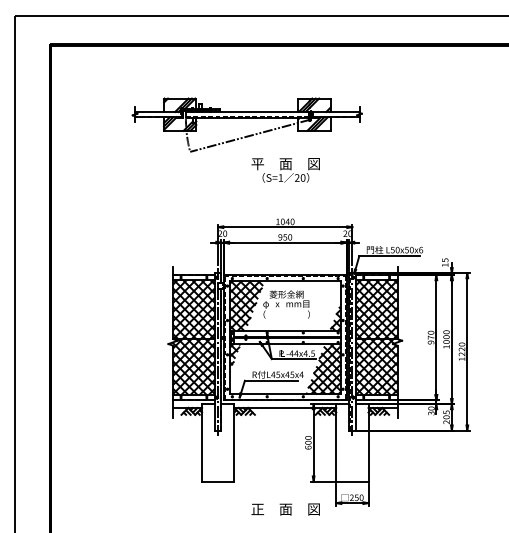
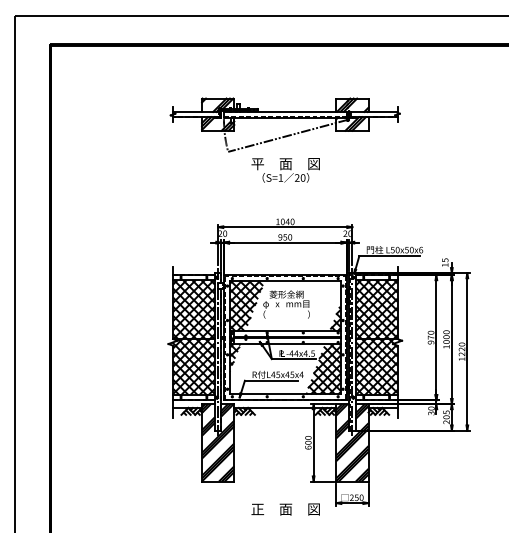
part at (246, 124) position: (246, 124) -> (284, 124)
hatch at (218, 442): none -> present
hatch at (352, 442): none -> present
